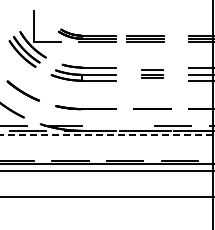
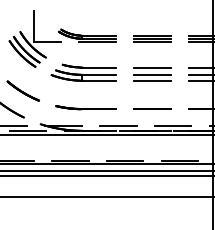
part at (145, 38) position: (145, 38) -> (152, 38)
part at (152, 73) size: 23x10 px -> 39x15 px
line at (117, 125): none -> present
line at (107, 135): dashed -> solid
line at (106, 175): none -> present
